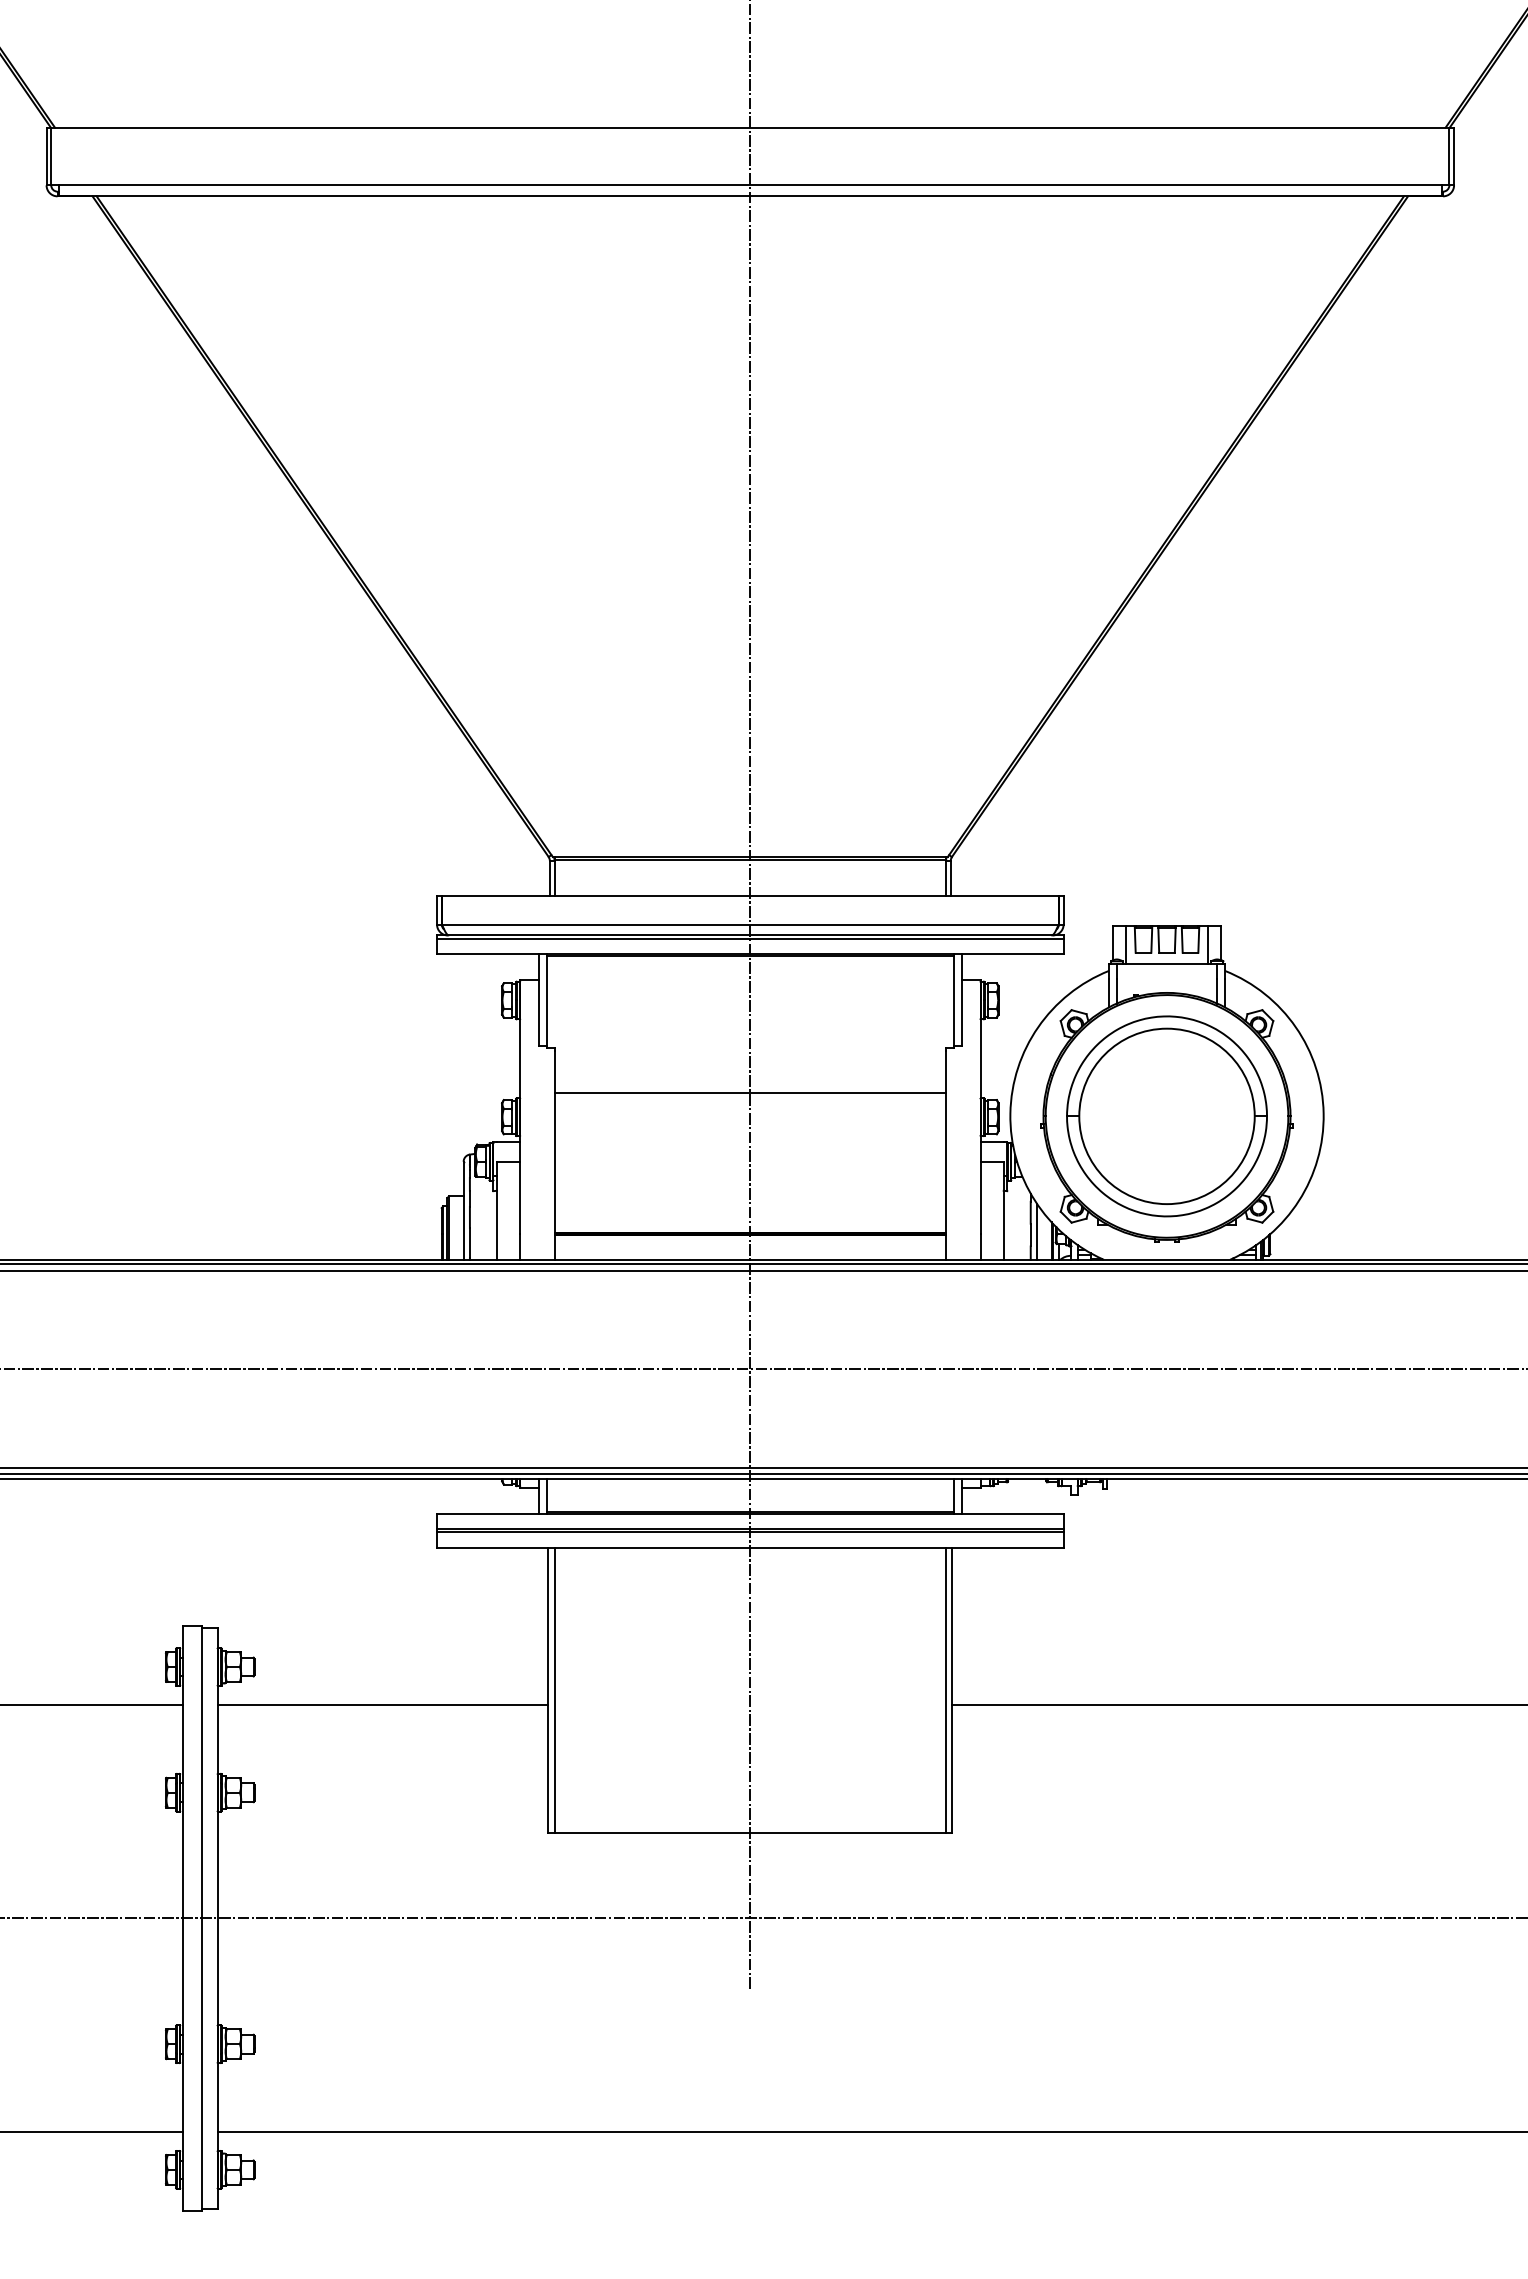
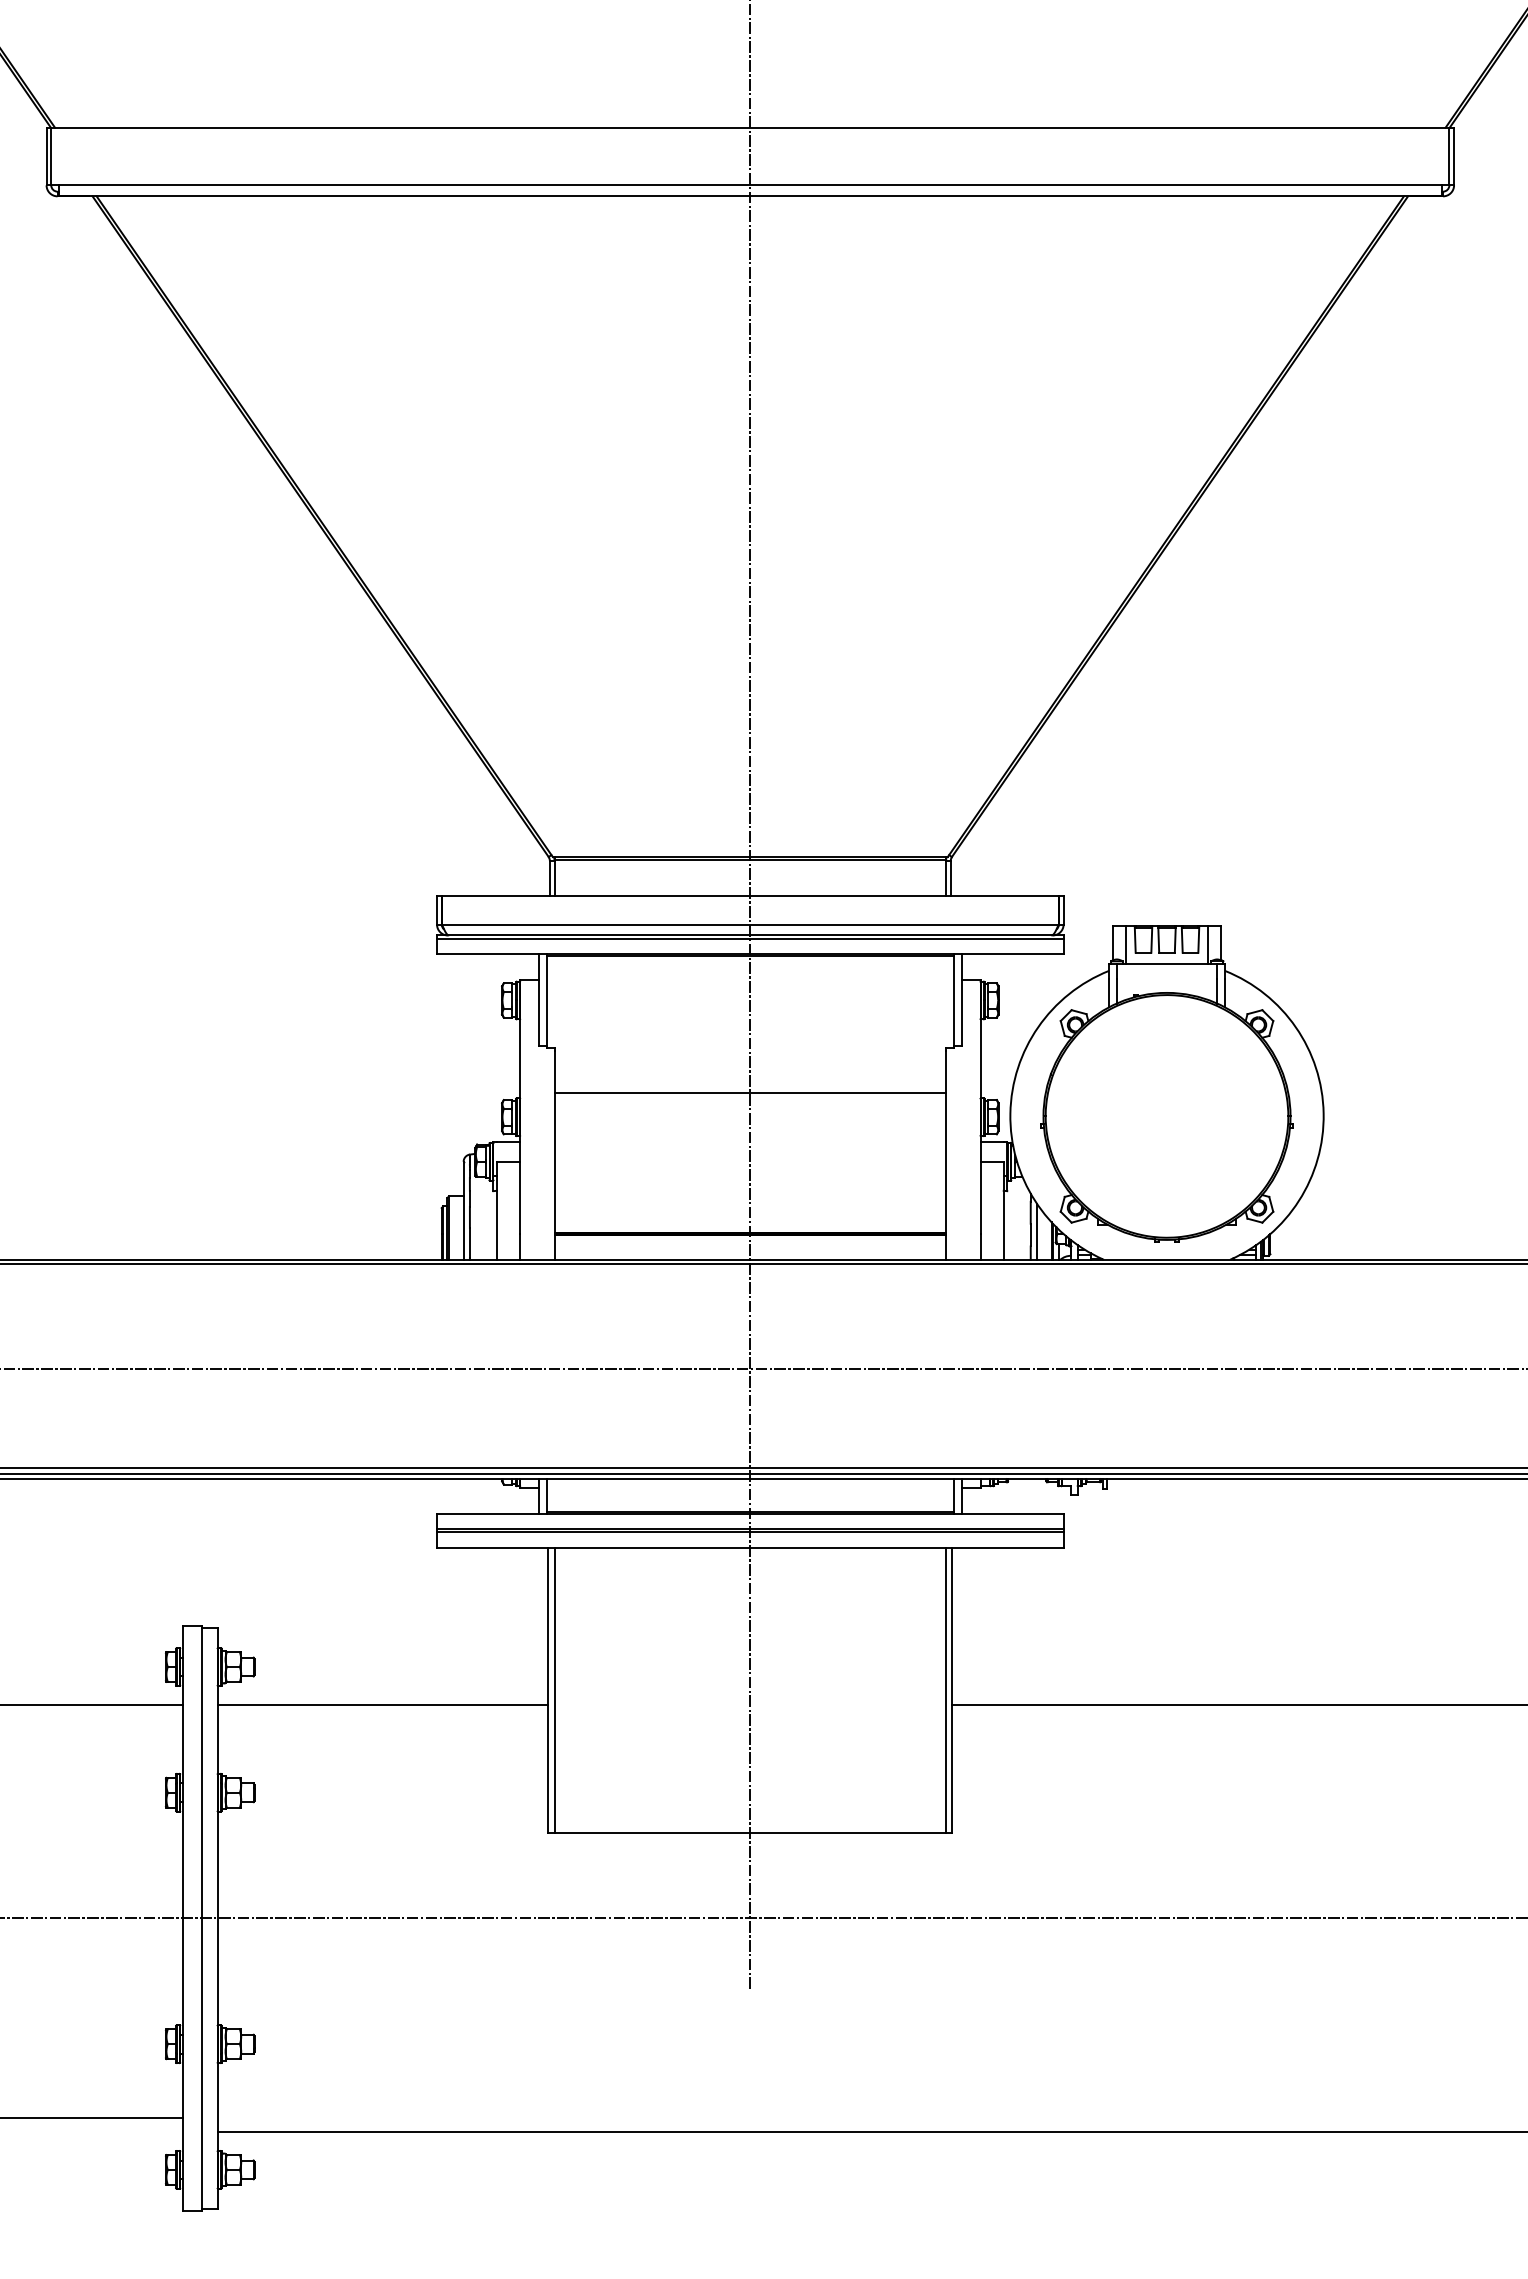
part at (1166, 1116): present -> none
line at (763, 1270): present -> none
line at (92, 2132) position: (92, 2132) -> (92, 2118)
